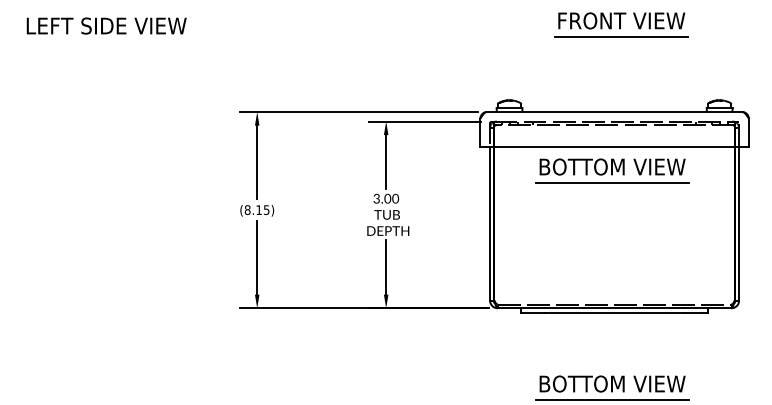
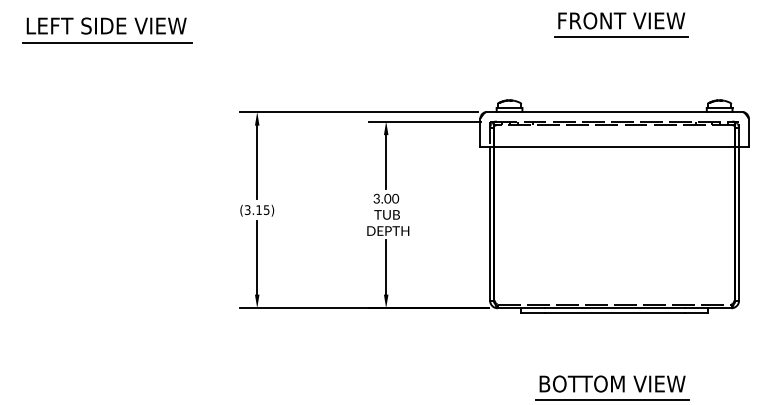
line at (107, 42): none -> present
part at (612, 170): present -> none
text at (247, 209): (8.15) -> (3.15)
